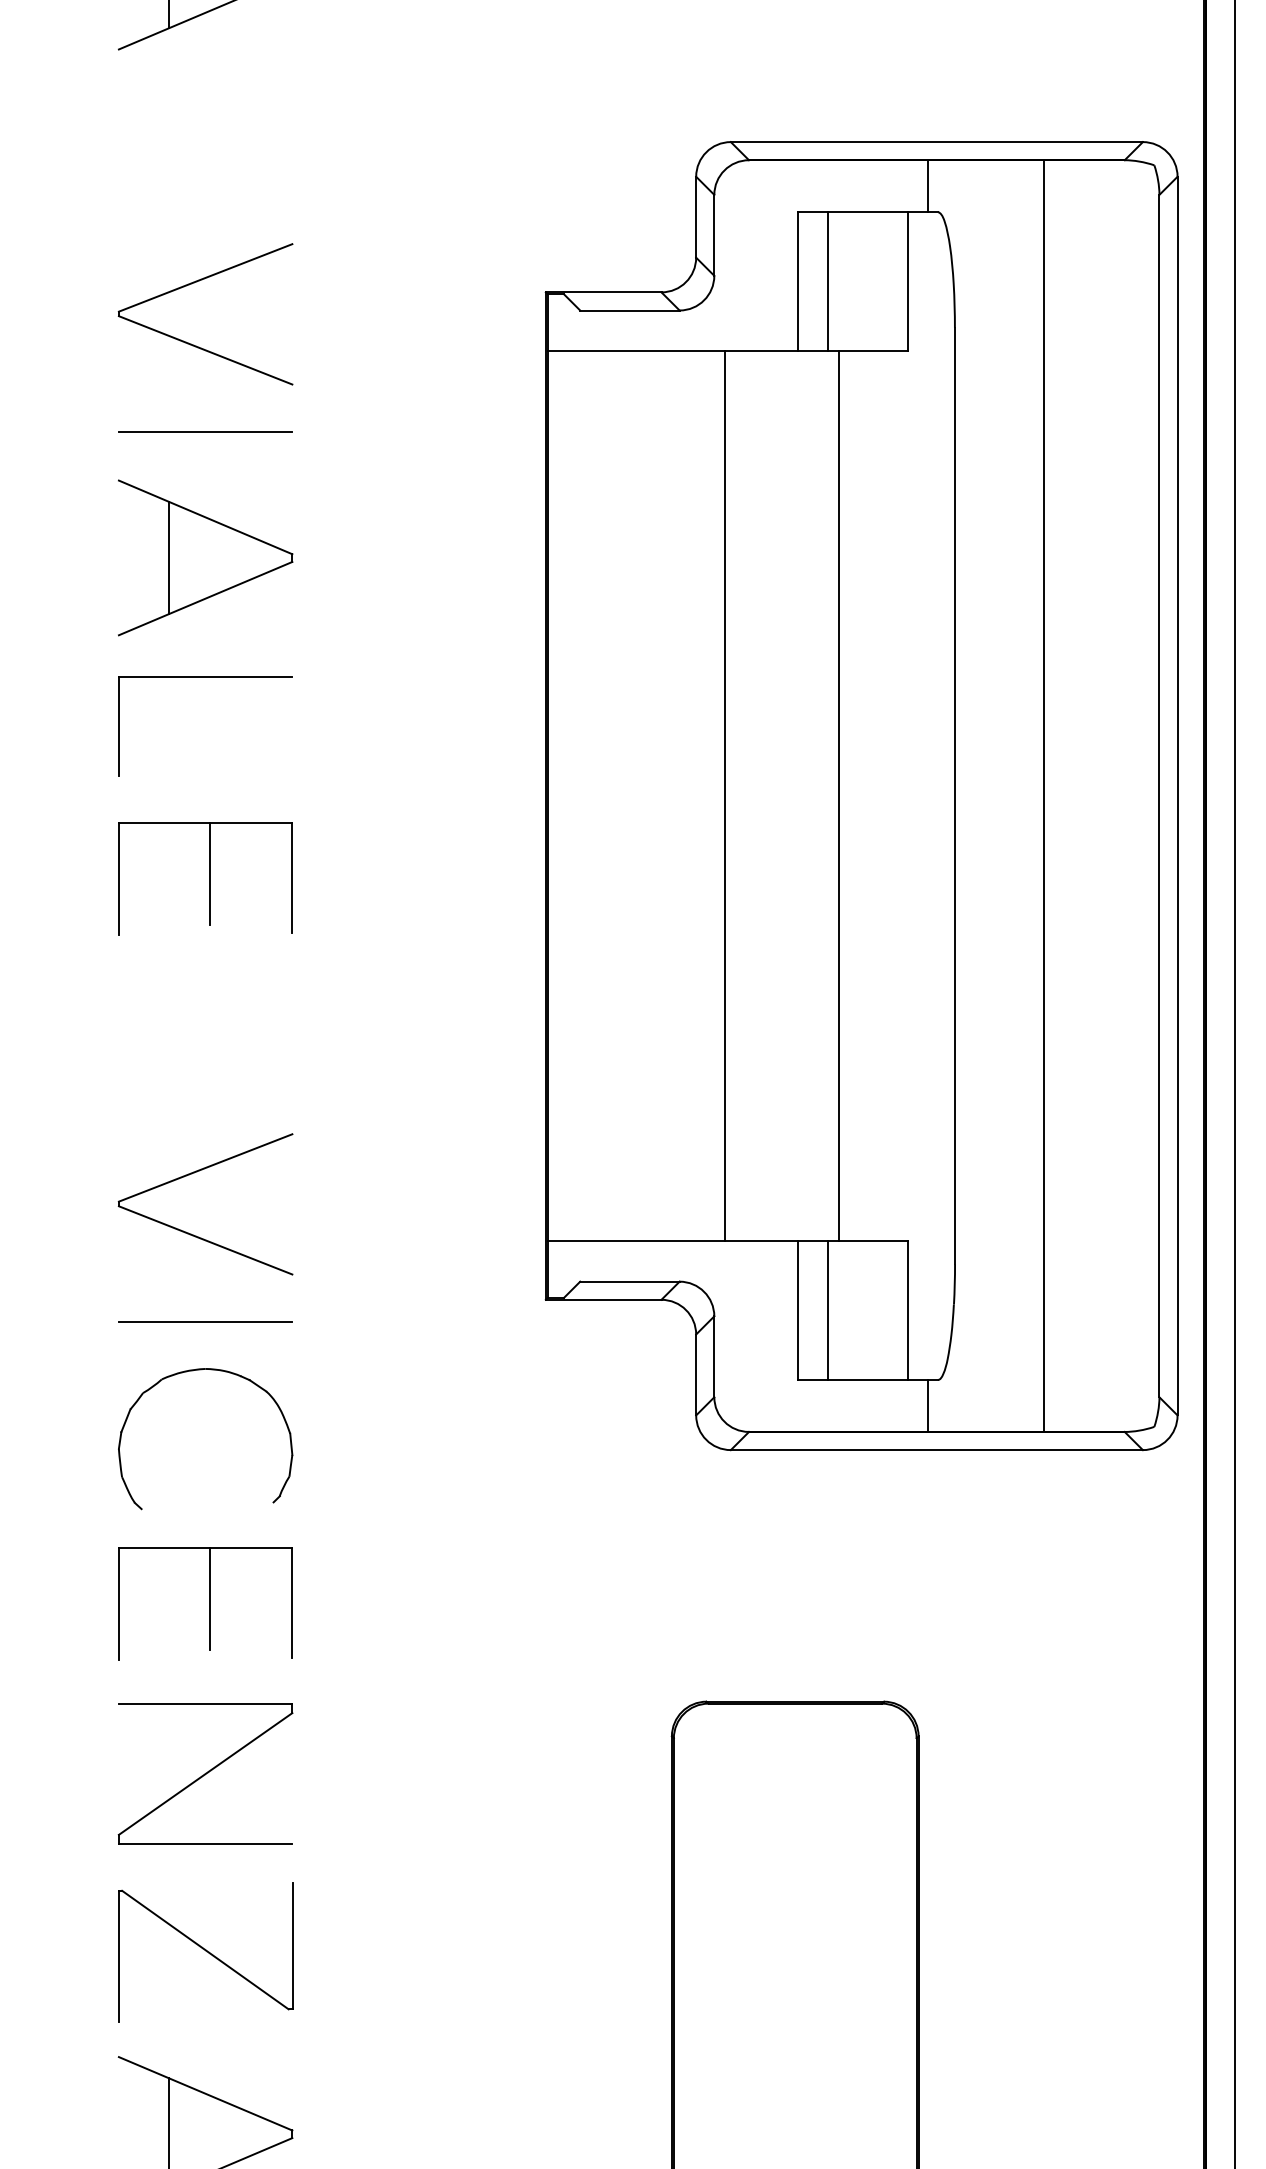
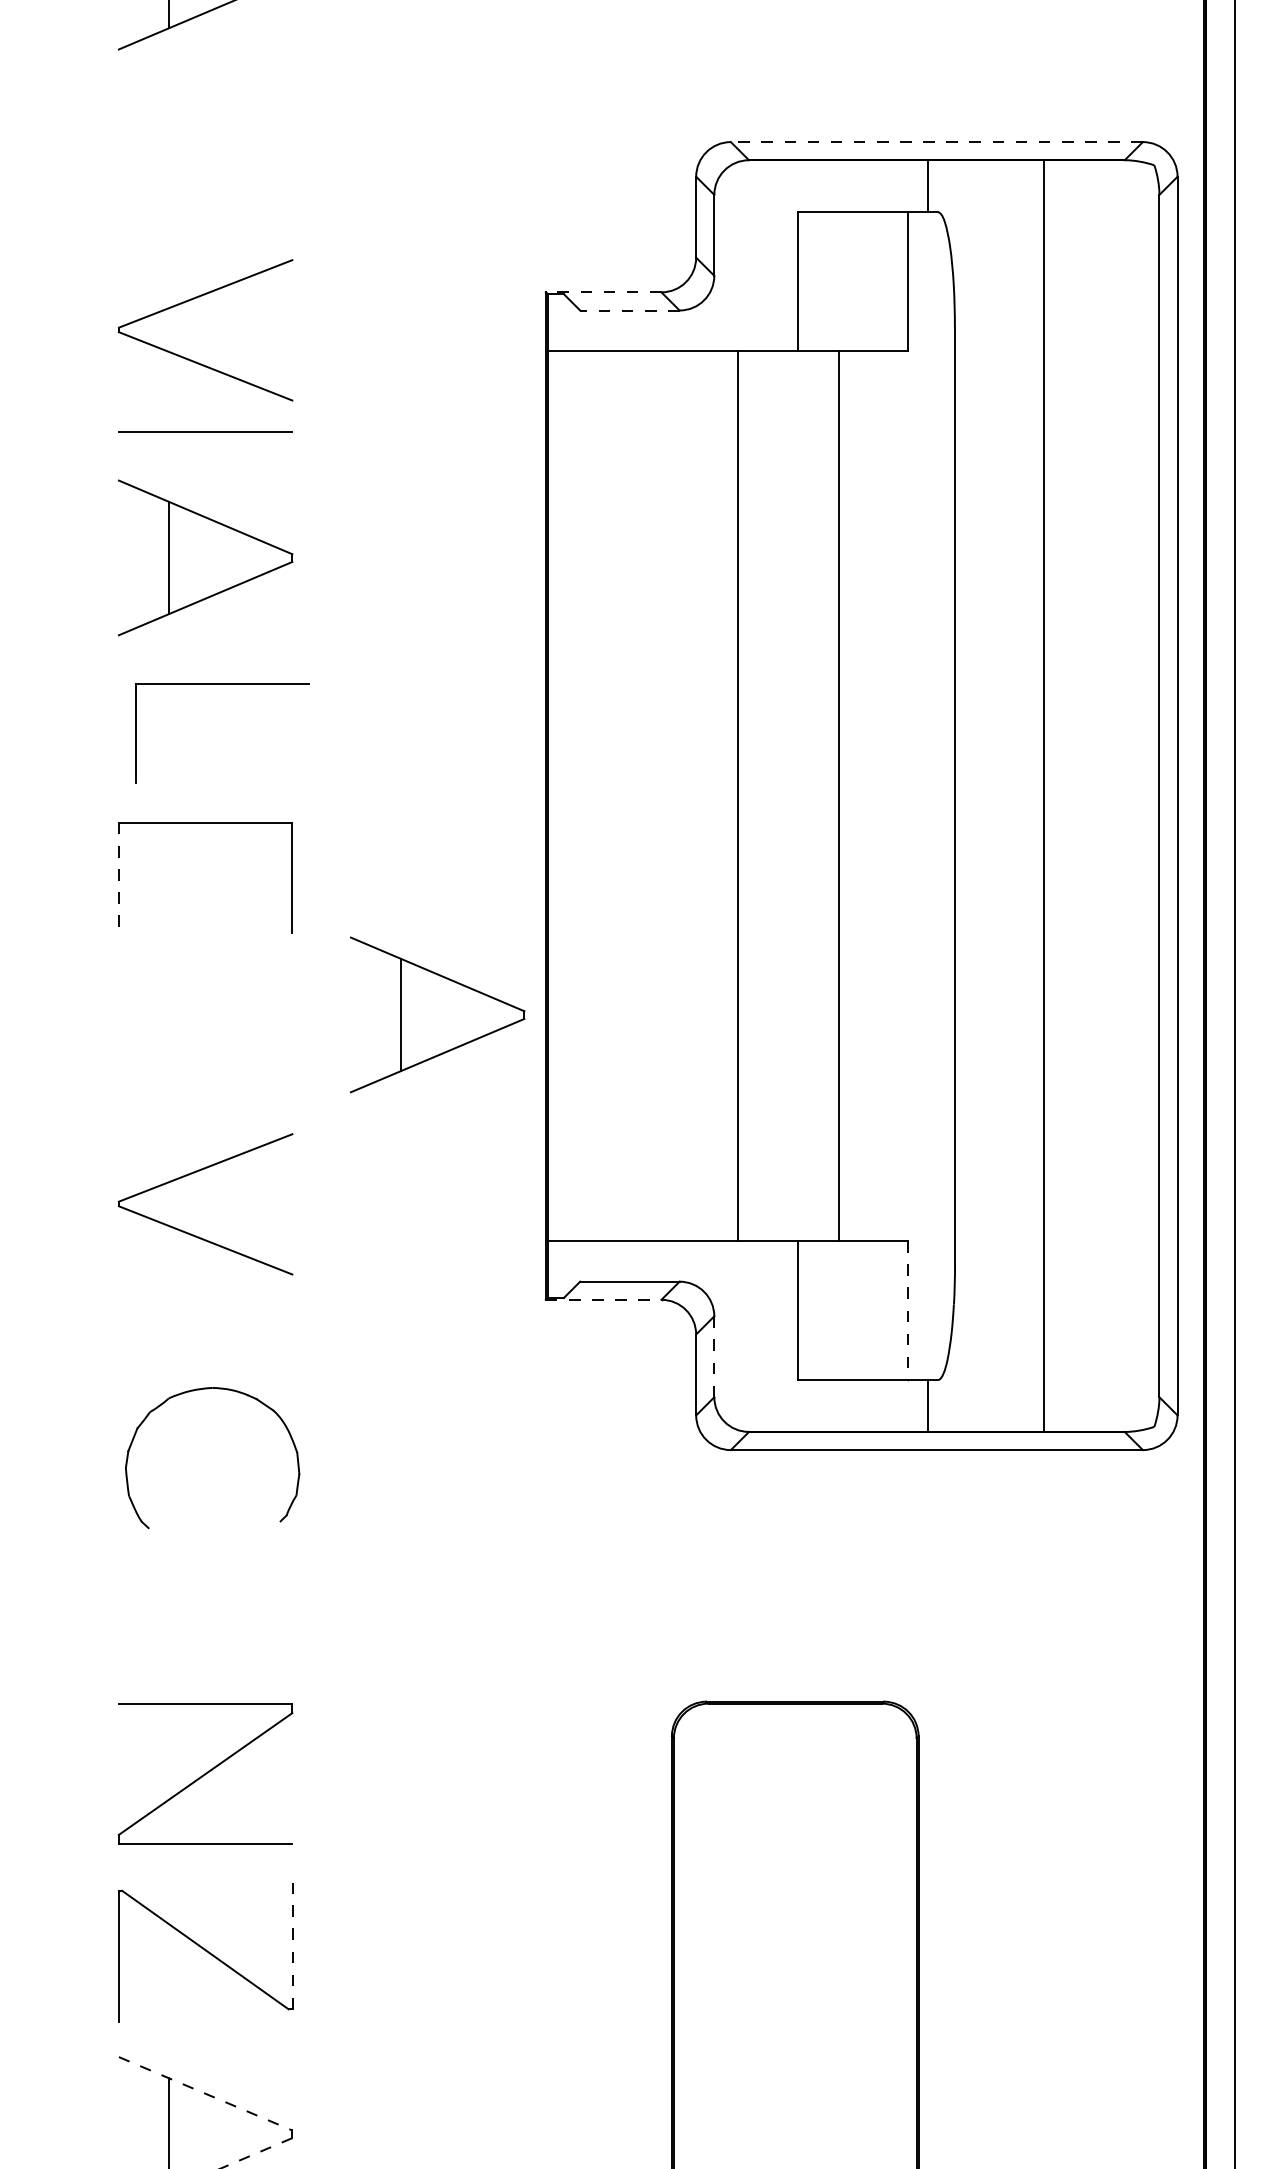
line at (936, 142): solid -> dashed
line at (827, 281): present -> none
line at (603, 292): solid -> dashed
line at (629, 310): solid -> dashed
part at (191, 343) position: (191, 343) -> (191, 359)
part at (205, 677) position: (205, 677) -> (222, 684)
line at (724, 795) position: (724, 795) -> (737, 795)
line at (209, 873): present -> none
line at (118, 879): solid -> dashed
part at (437, 1014): none -> present
line at (603, 1299): solid -> dashed
line at (827, 1310): present -> none
line at (907, 1311): solid -> dashed
line at (205, 1321): present -> none
line at (714, 1357): solid -> dashed
part at (193, 1371) position: (193, 1371) -> (200, 1390)
part at (205, 1603): present -> none
line at (292, 1946): solid -> dashed
line at (206, 2093): solid -> dashed
line at (255, 2153): solid -> dashed
